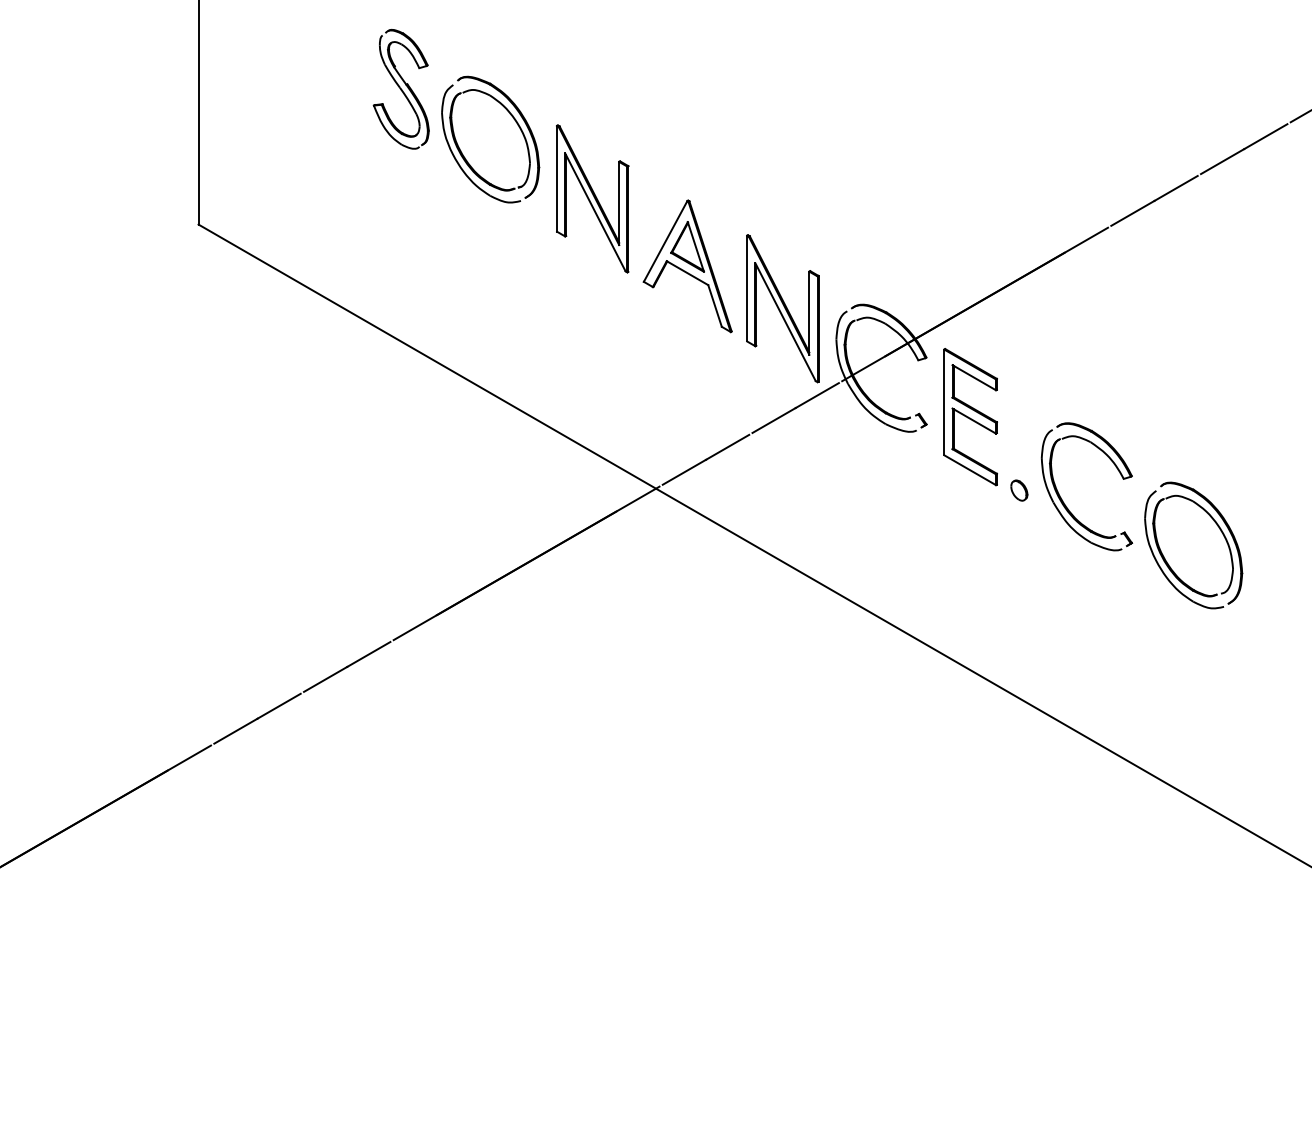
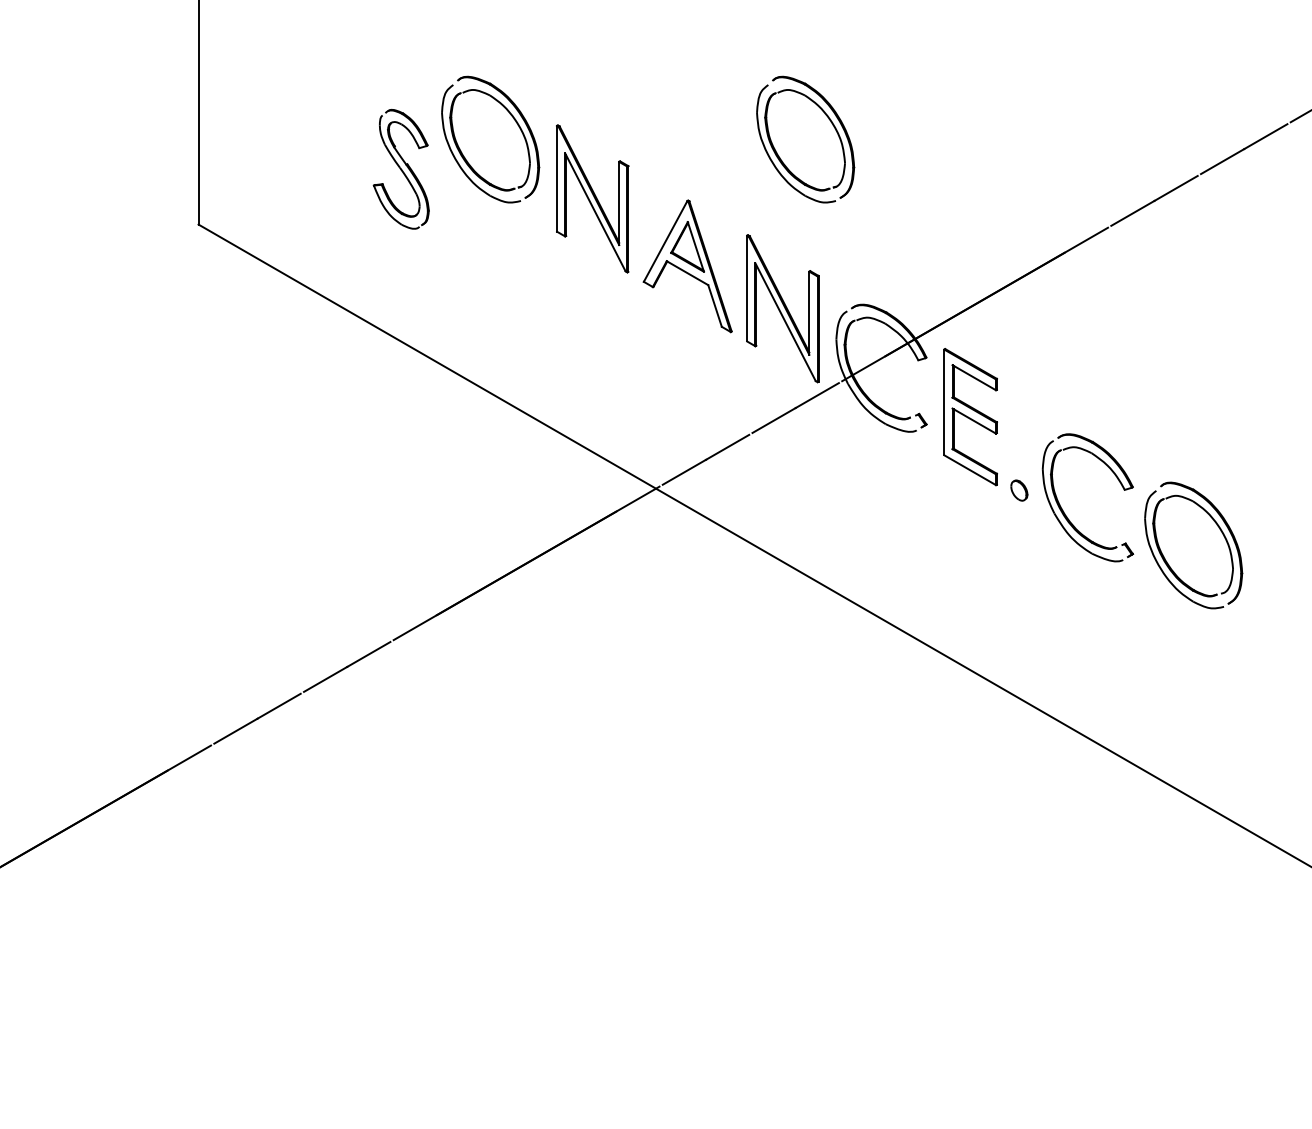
part at (400, 88) position: (400, 88) -> (400, 168)
part at (830, 122): none -> present
part at (1063, 500) position: (1063, 500) -> (1064, 511)
